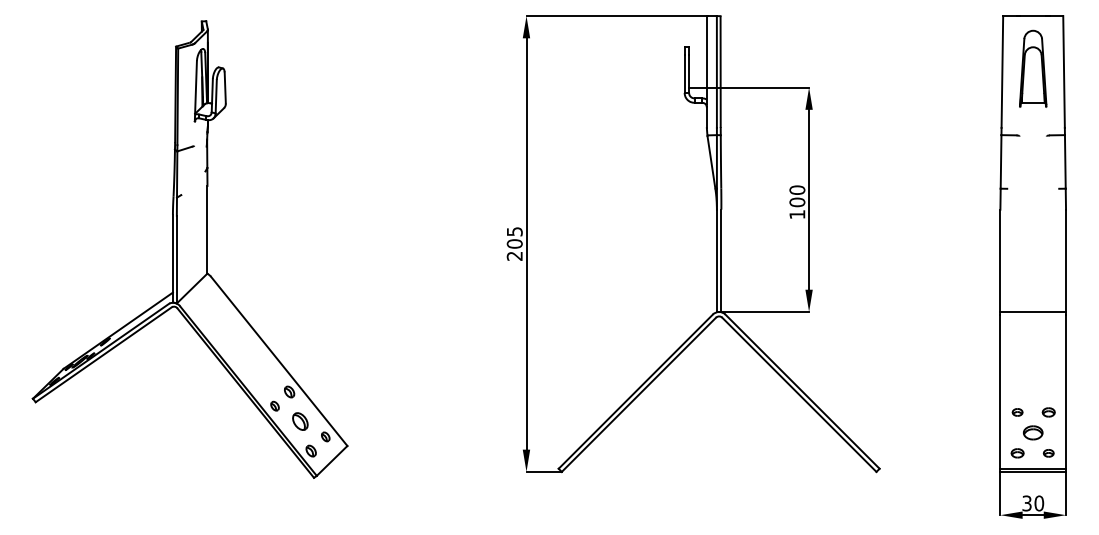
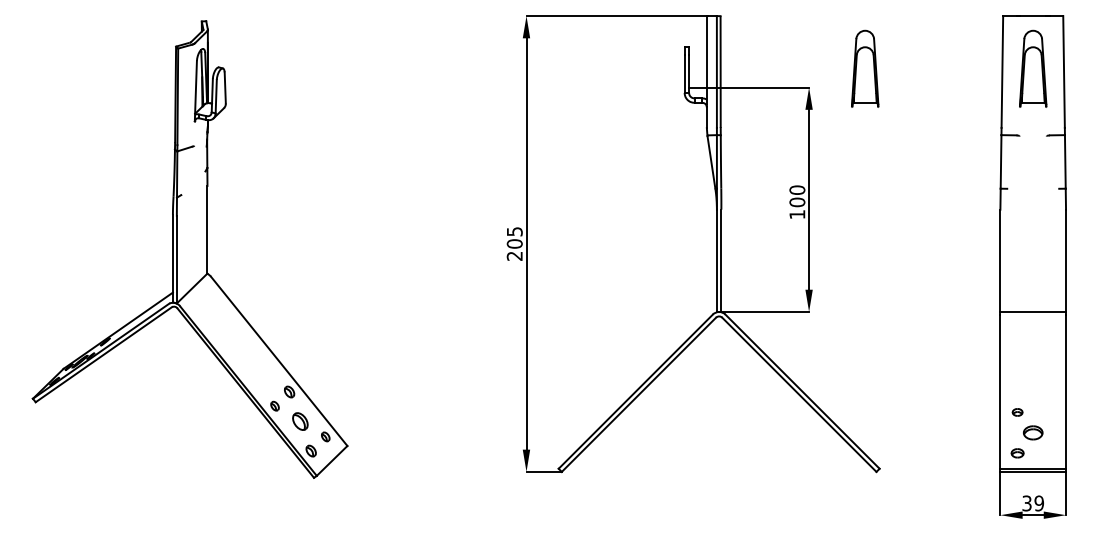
part at (865, 68): none -> present
part at (1048, 412): present -> none
part at (1048, 453): present -> none
text at (1038, 503): 30 -> 39
